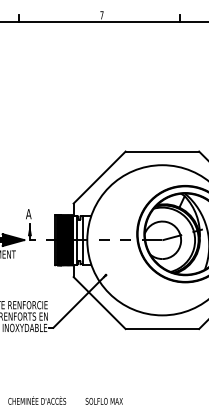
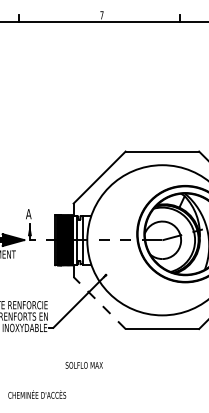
line at (99, 303): solid -> dashed
text at (37, 400) position: (37, 400) -> (37, 394)
text at (103, 401) position: (103, 401) -> (83, 365)
